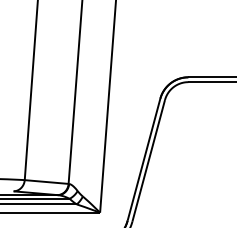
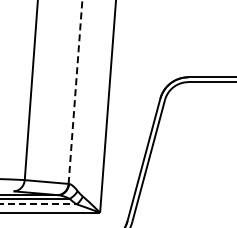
line at (75, 92): solid -> dashed
line at (38, 204): solid -> dashed
